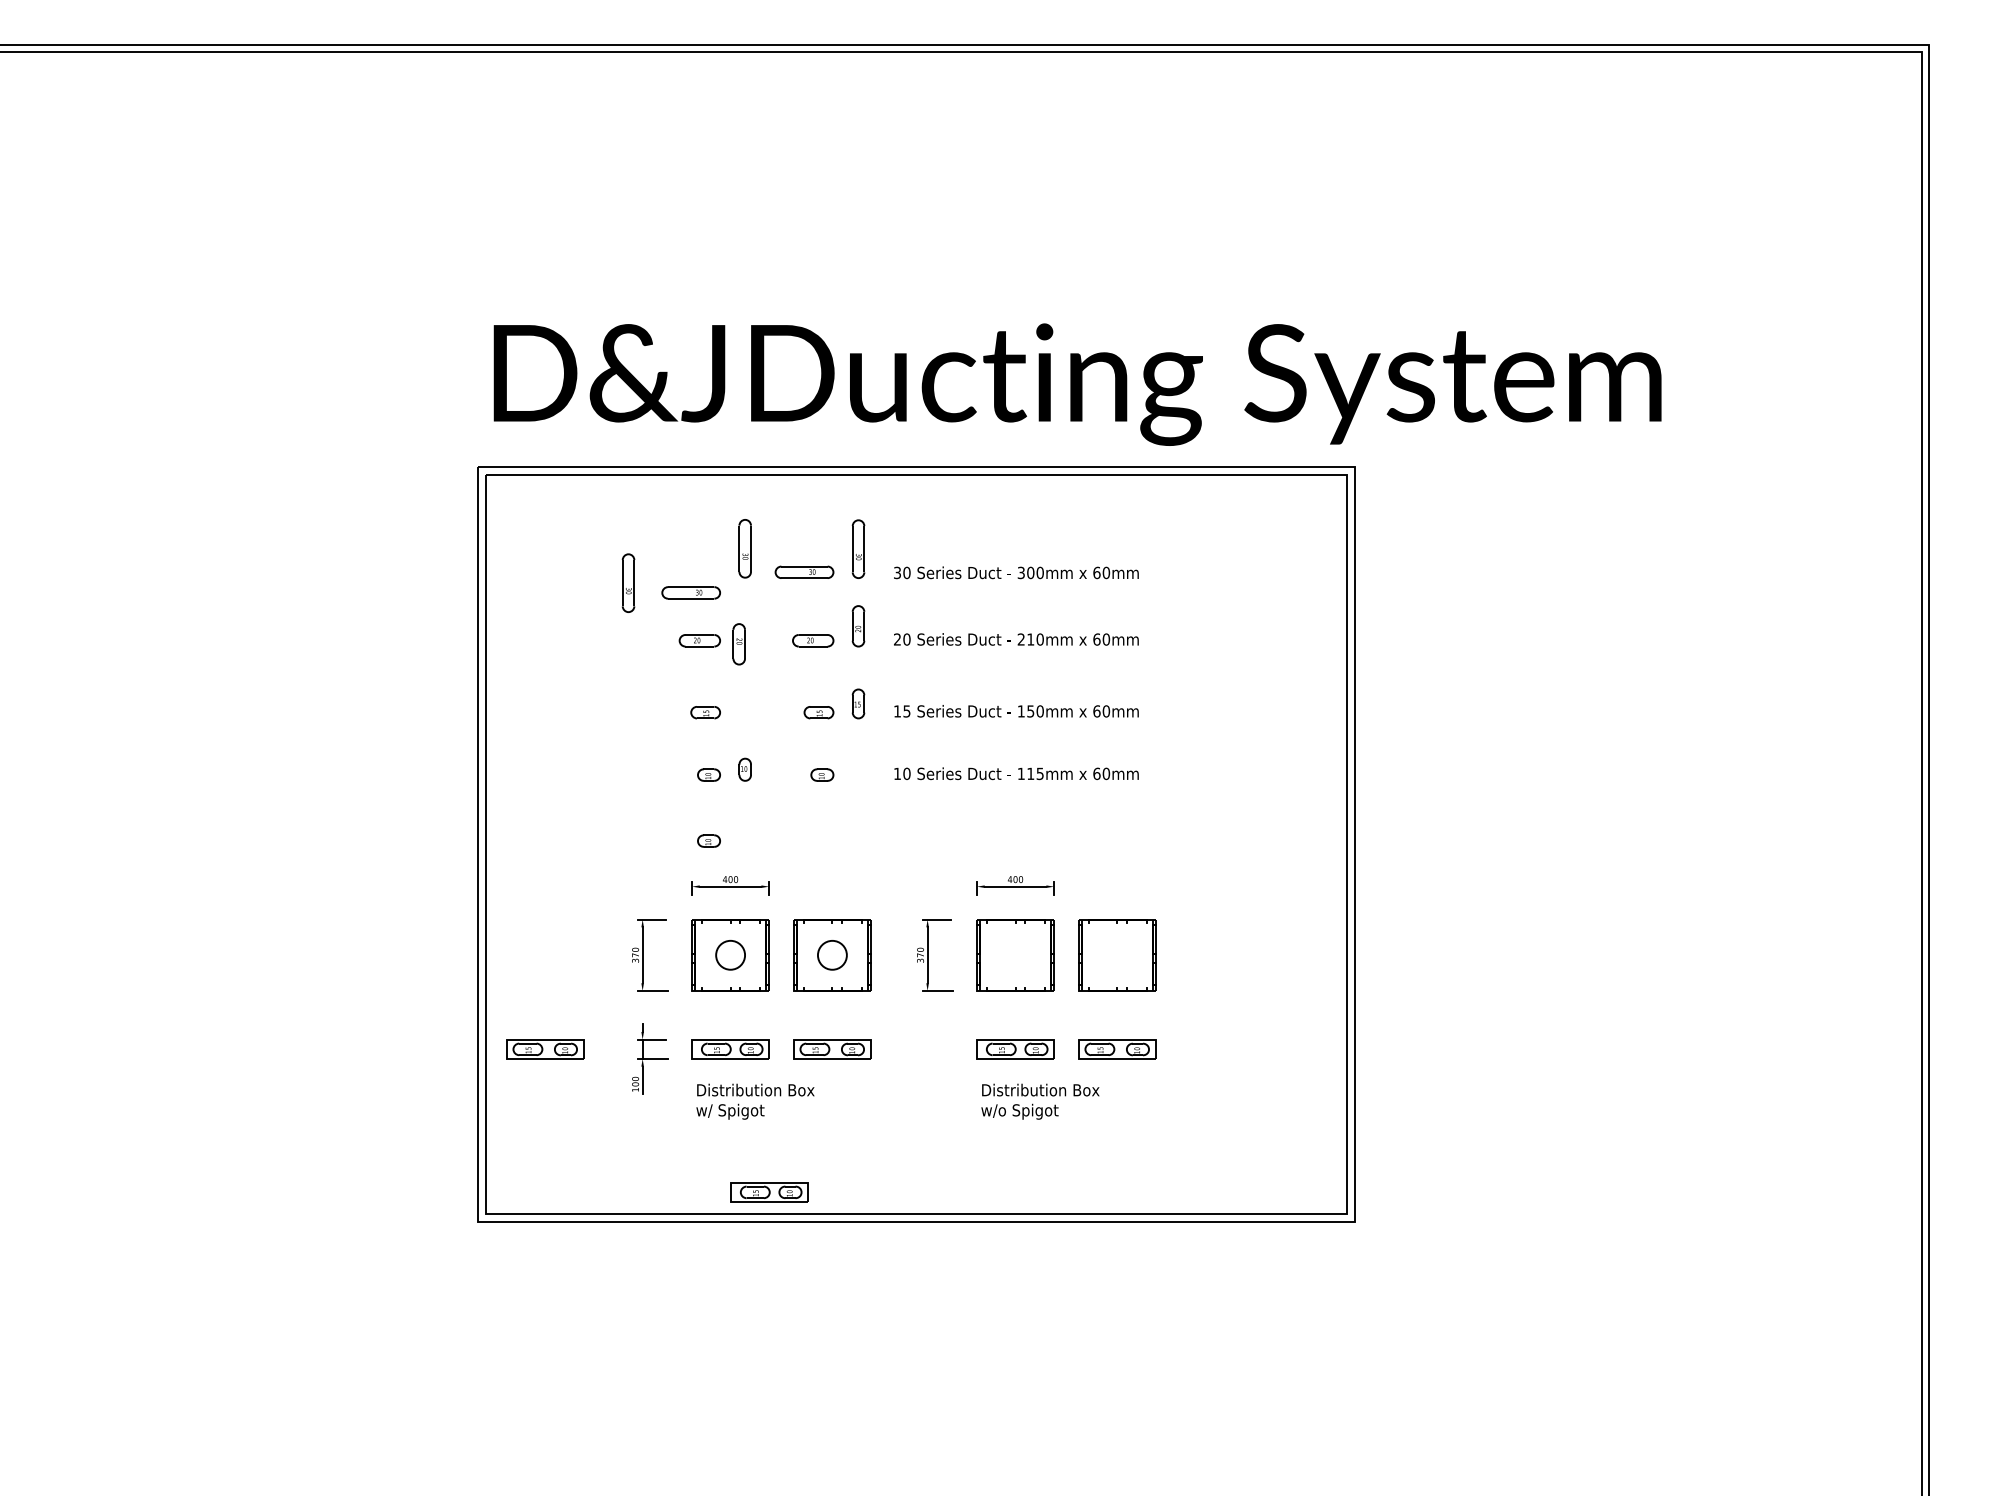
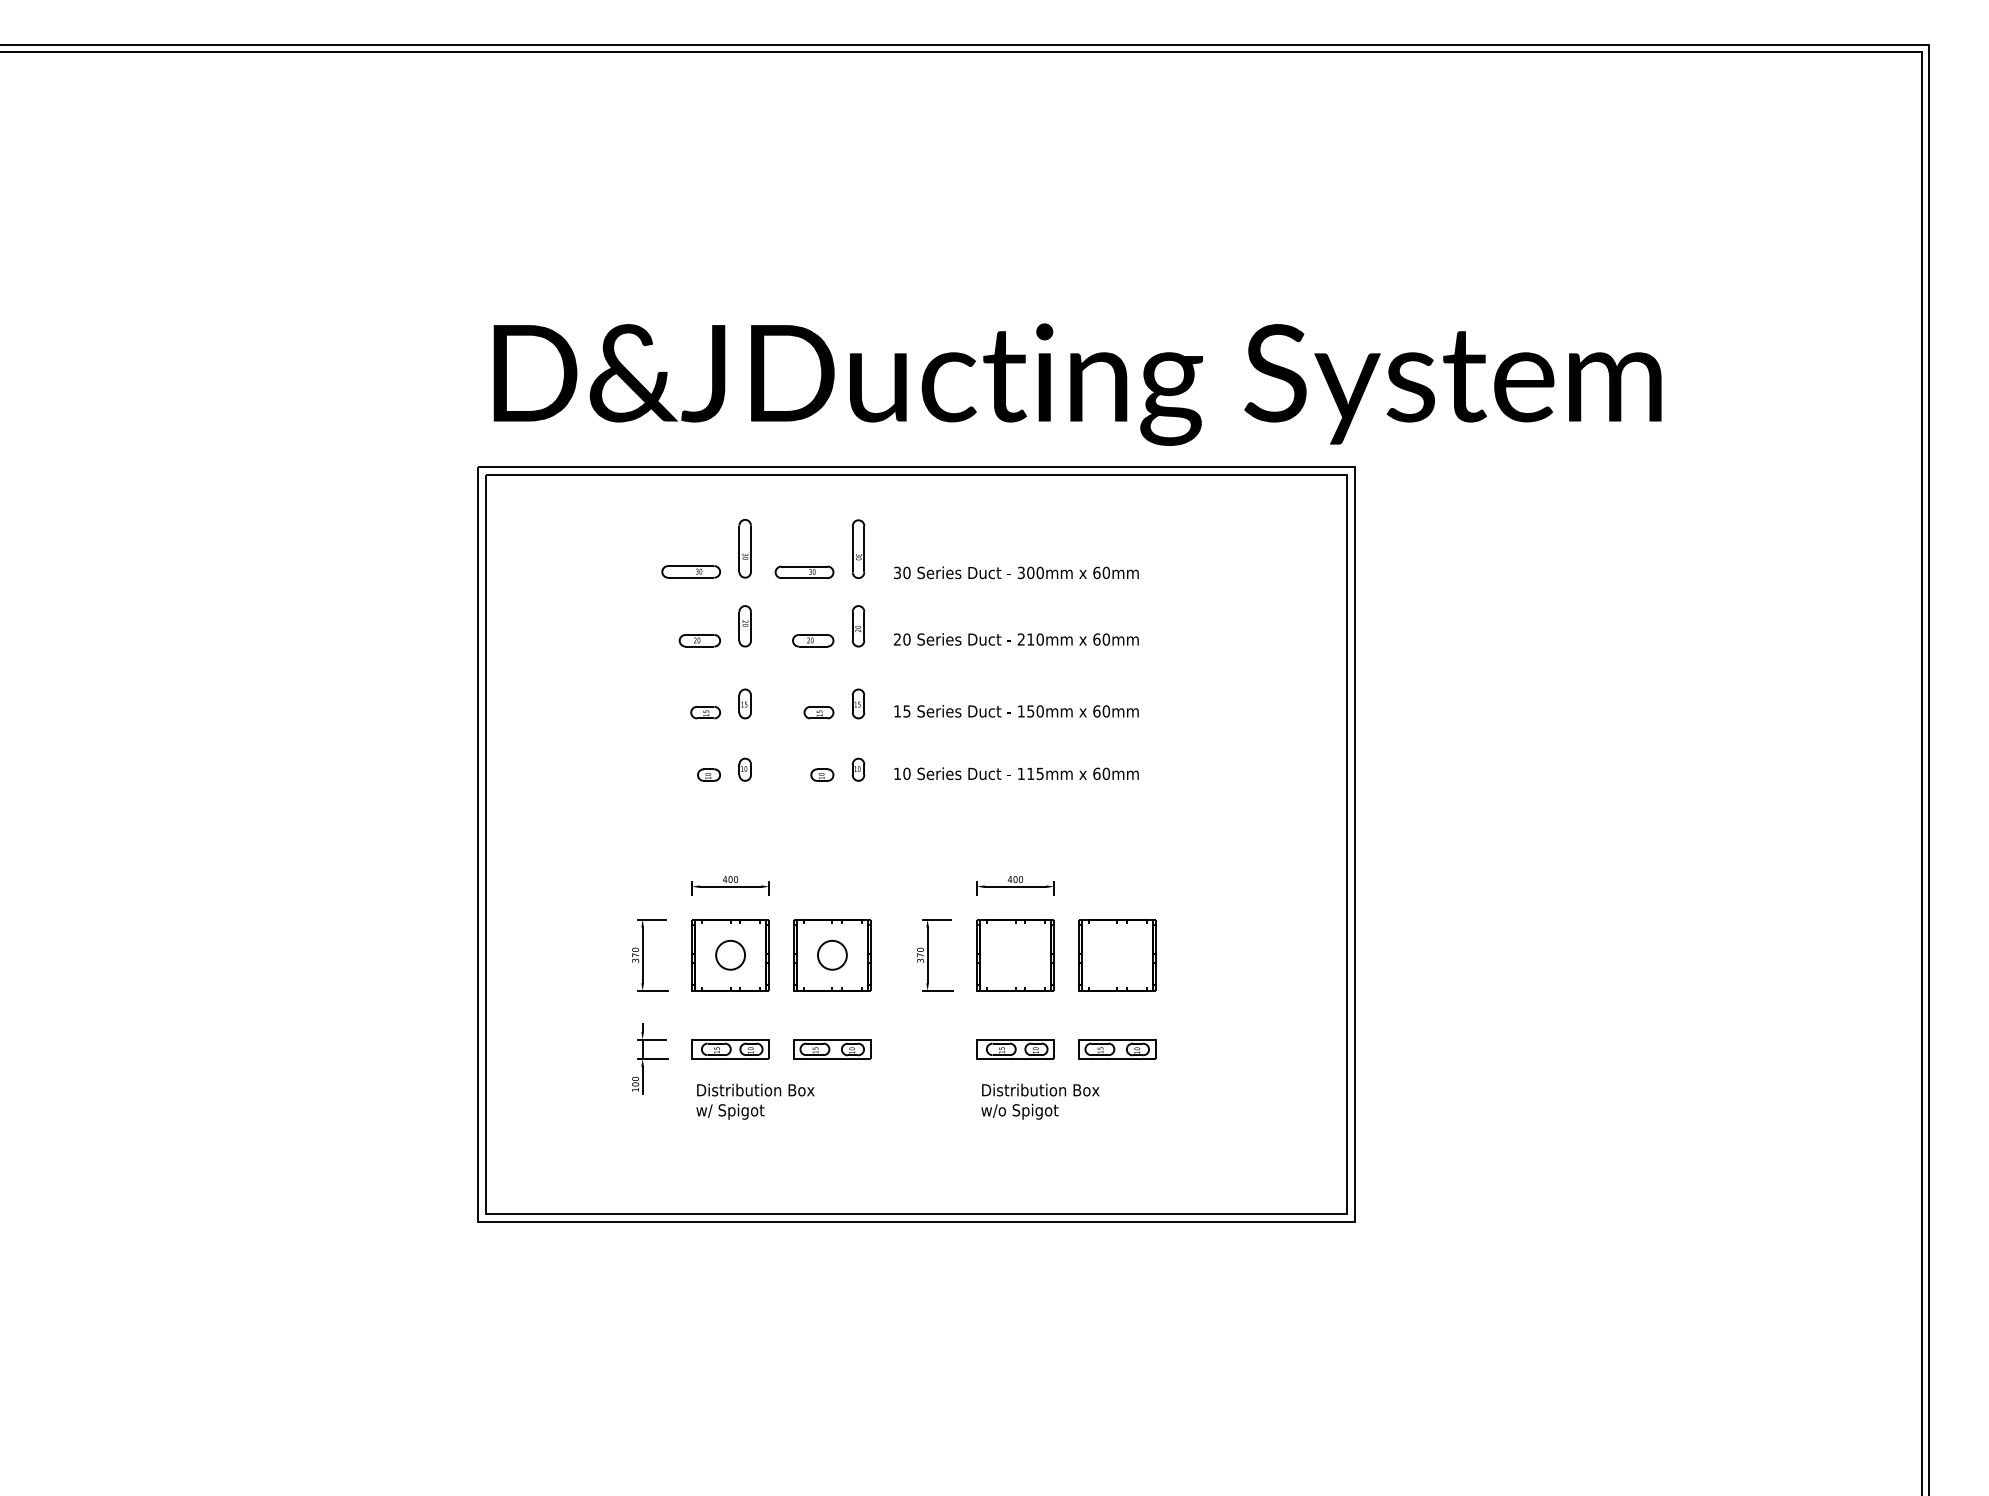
part at (628, 582): present -> none
part at (690, 592) position: (690, 592) -> (690, 571)
part at (738, 644) position: (738, 644) -> (744, 626)
part at (744, 703): none -> present
part at (858, 769): none -> present
part at (708, 840): present -> none
part at (545, 1049): present -> none
part at (769, 1192): present -> none
